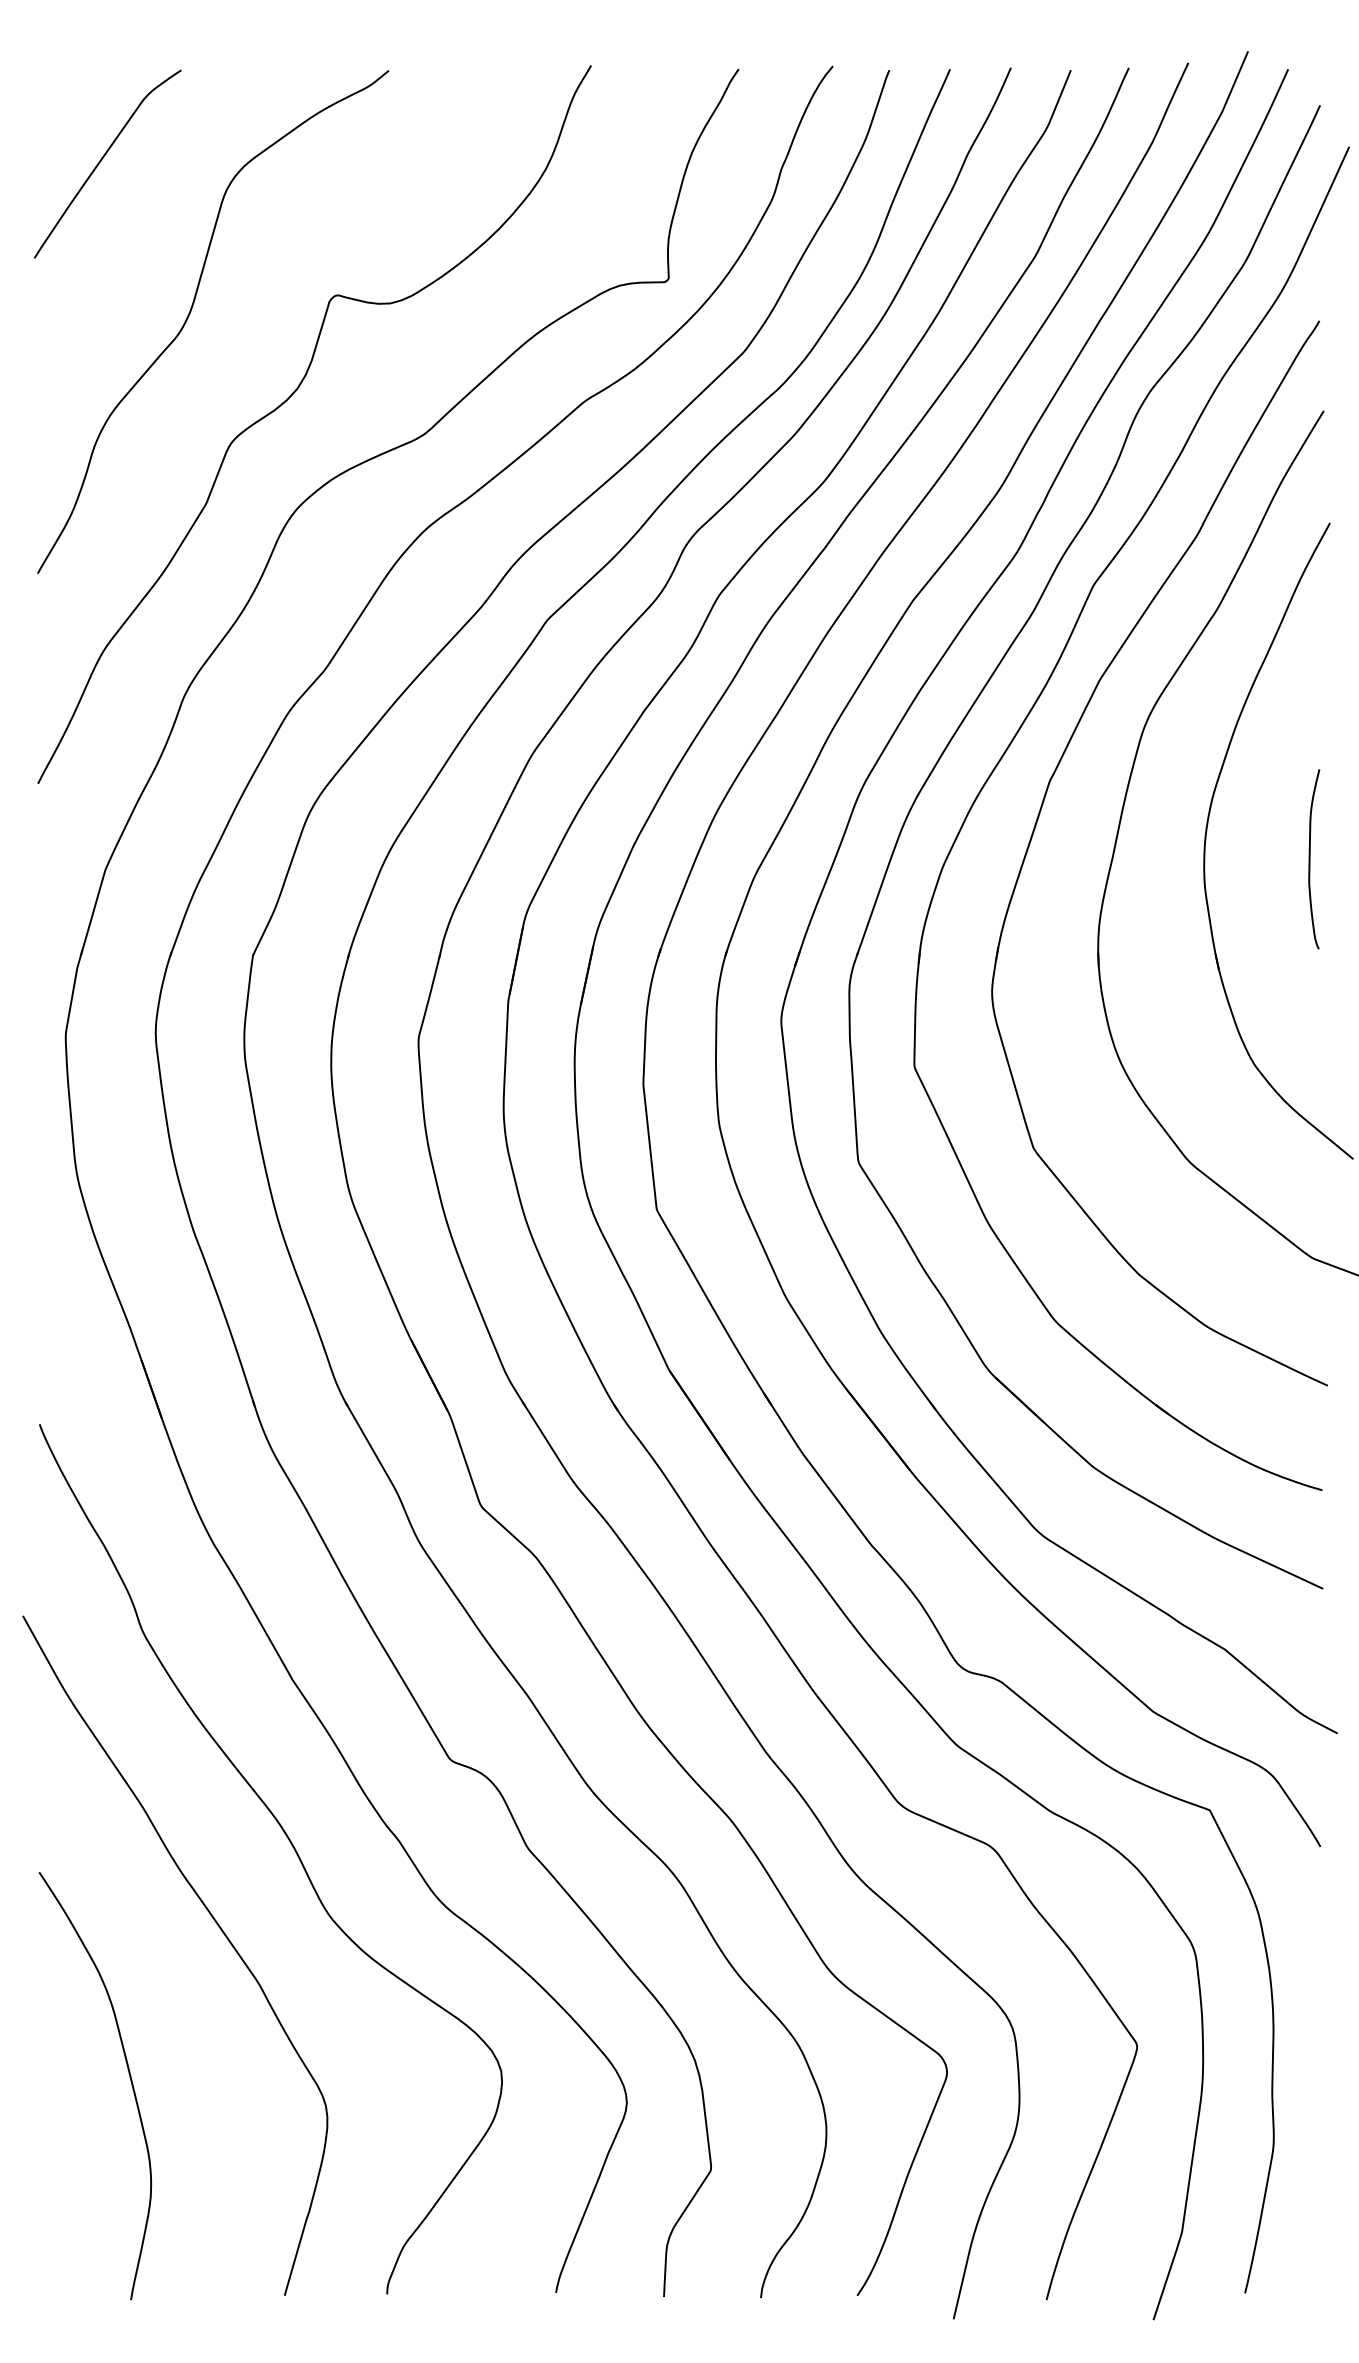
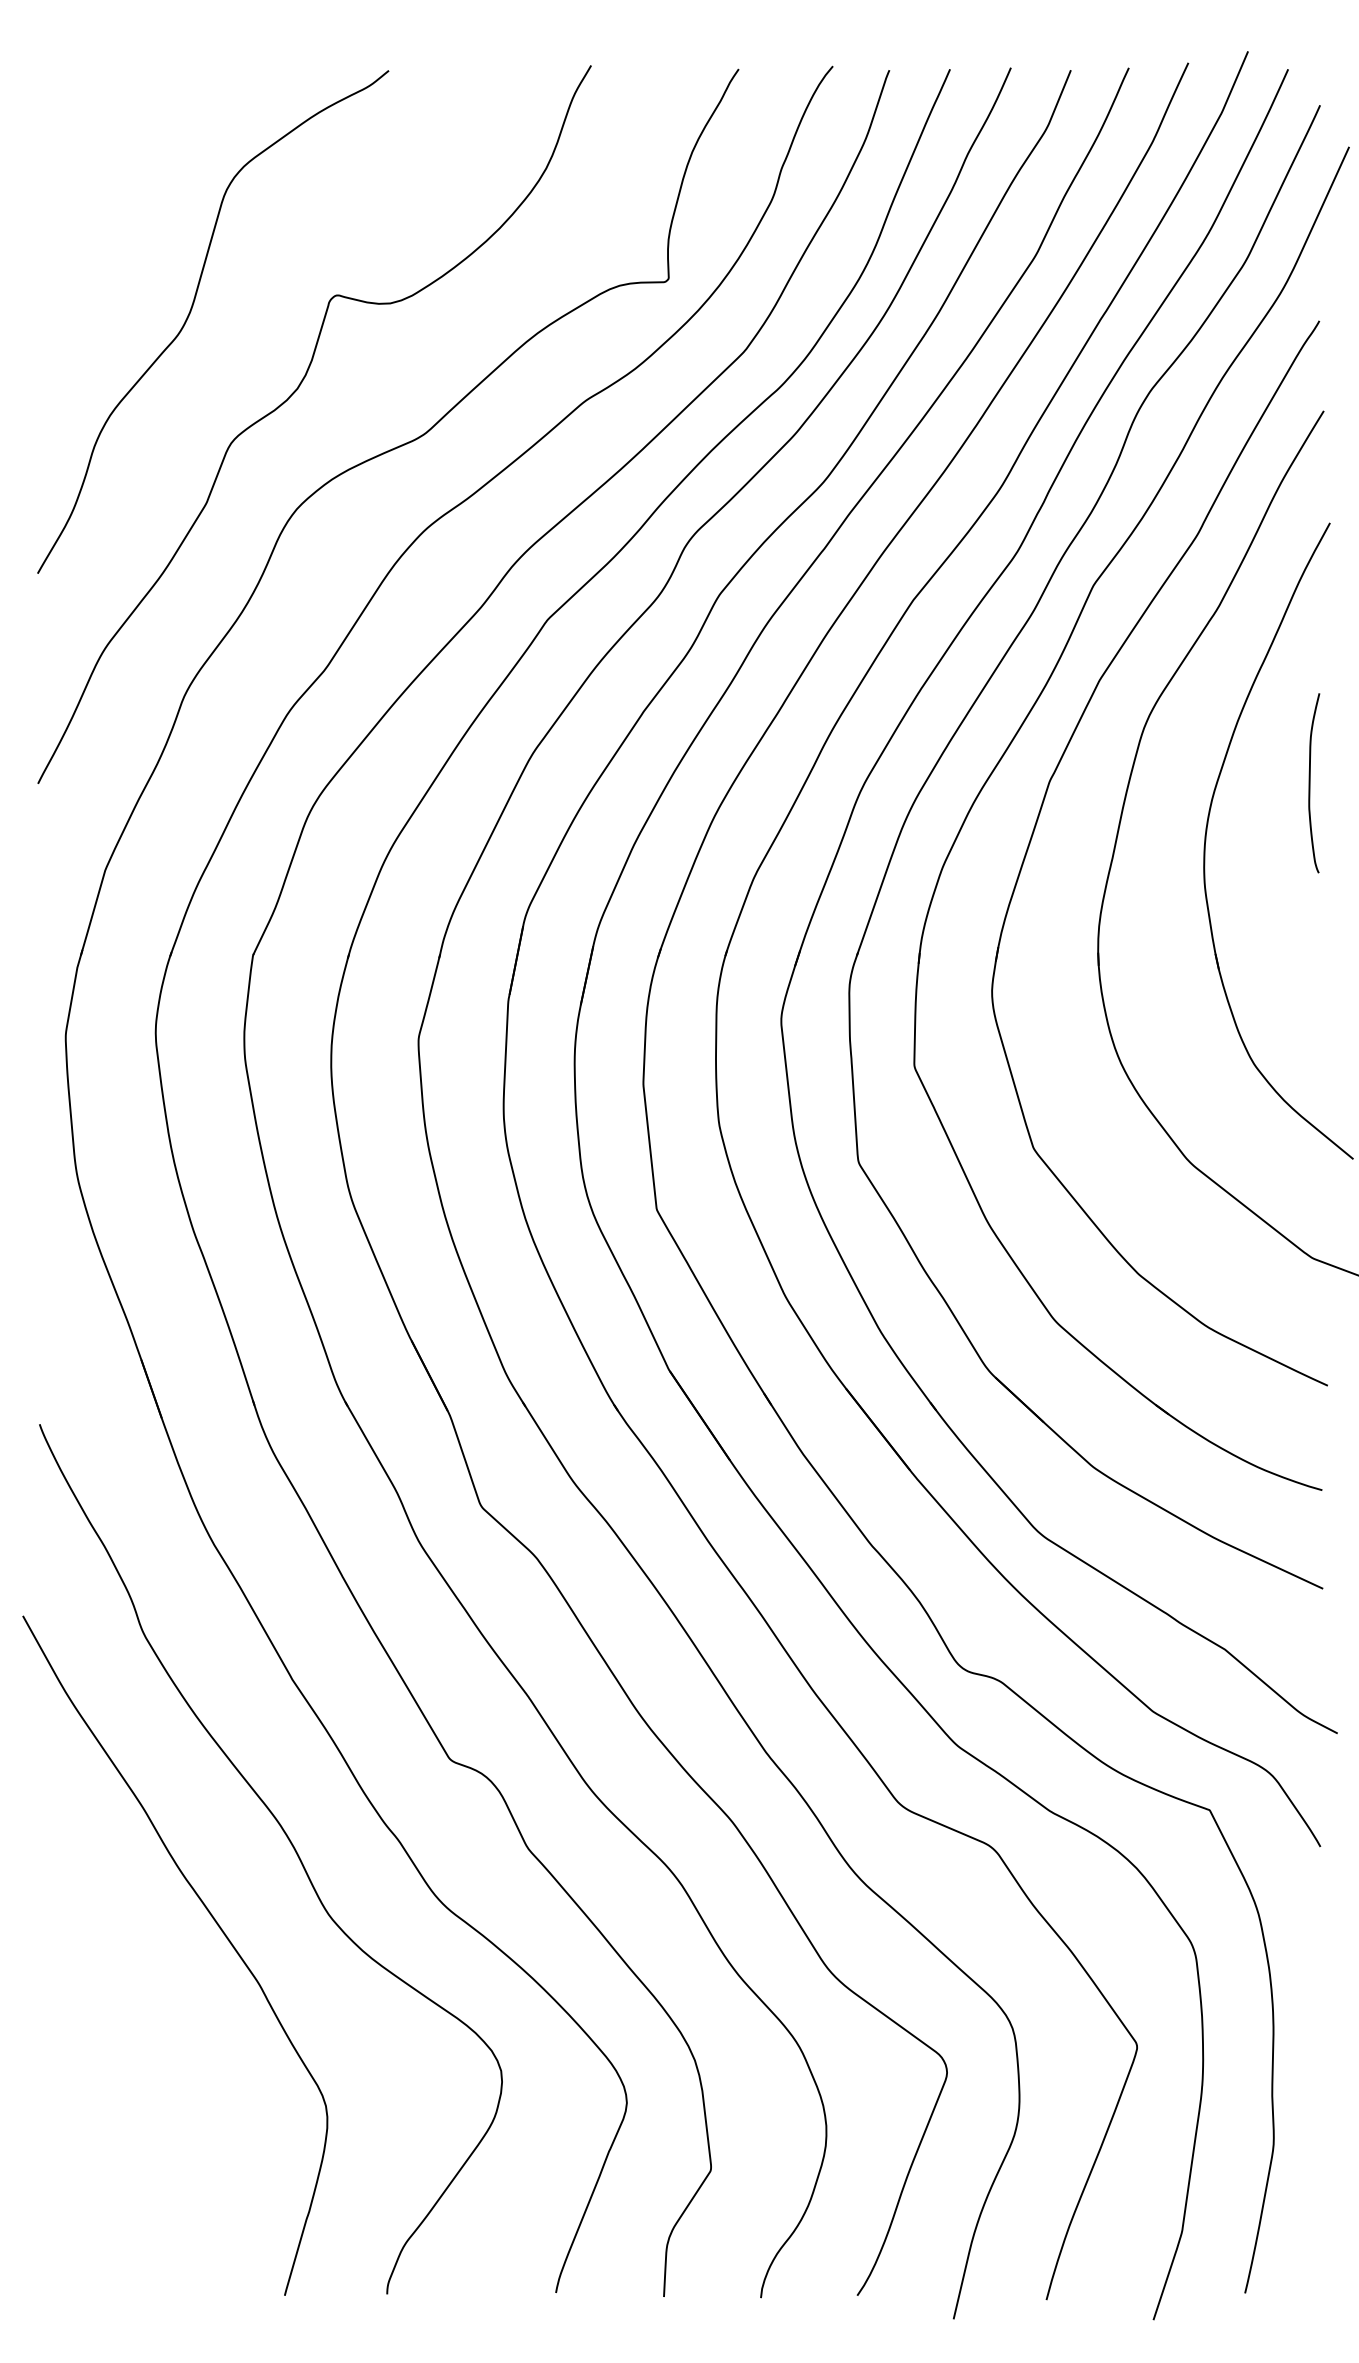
curve at (101, 161): present -> none
curve at (1310, 859) position: (1310, 859) -> (1310, 783)
curve at (129, 2077): present -> none
